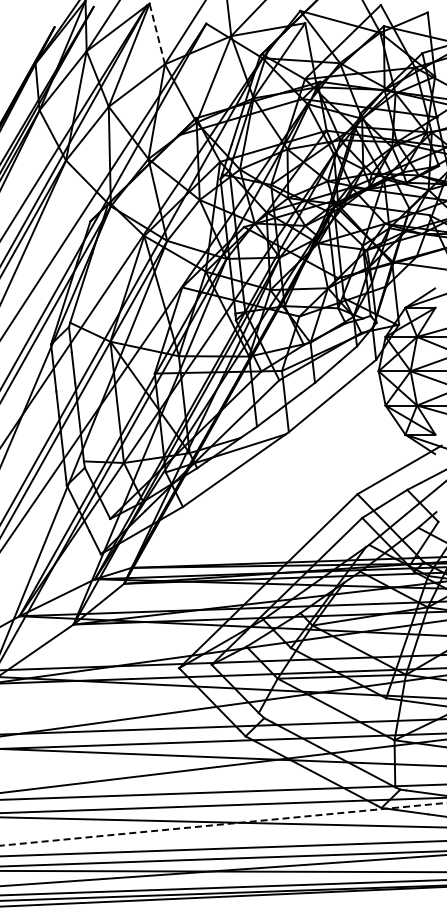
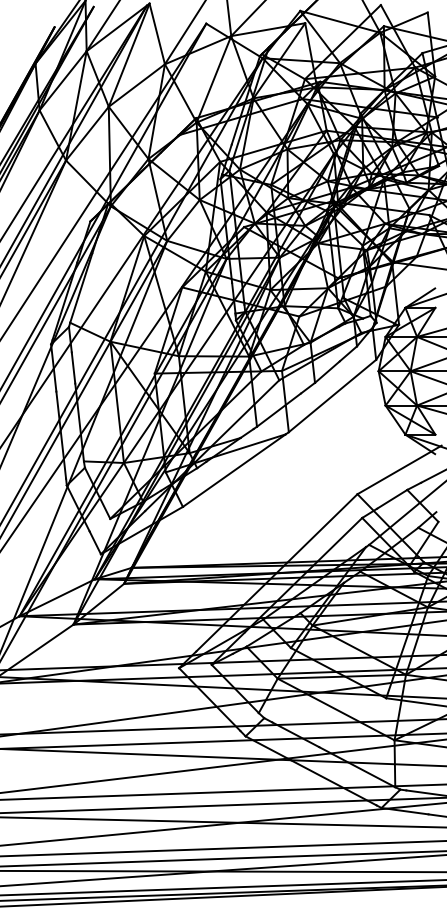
line at (157, 33): dashed -> solid
line at (223, 824): dashed -> solid
